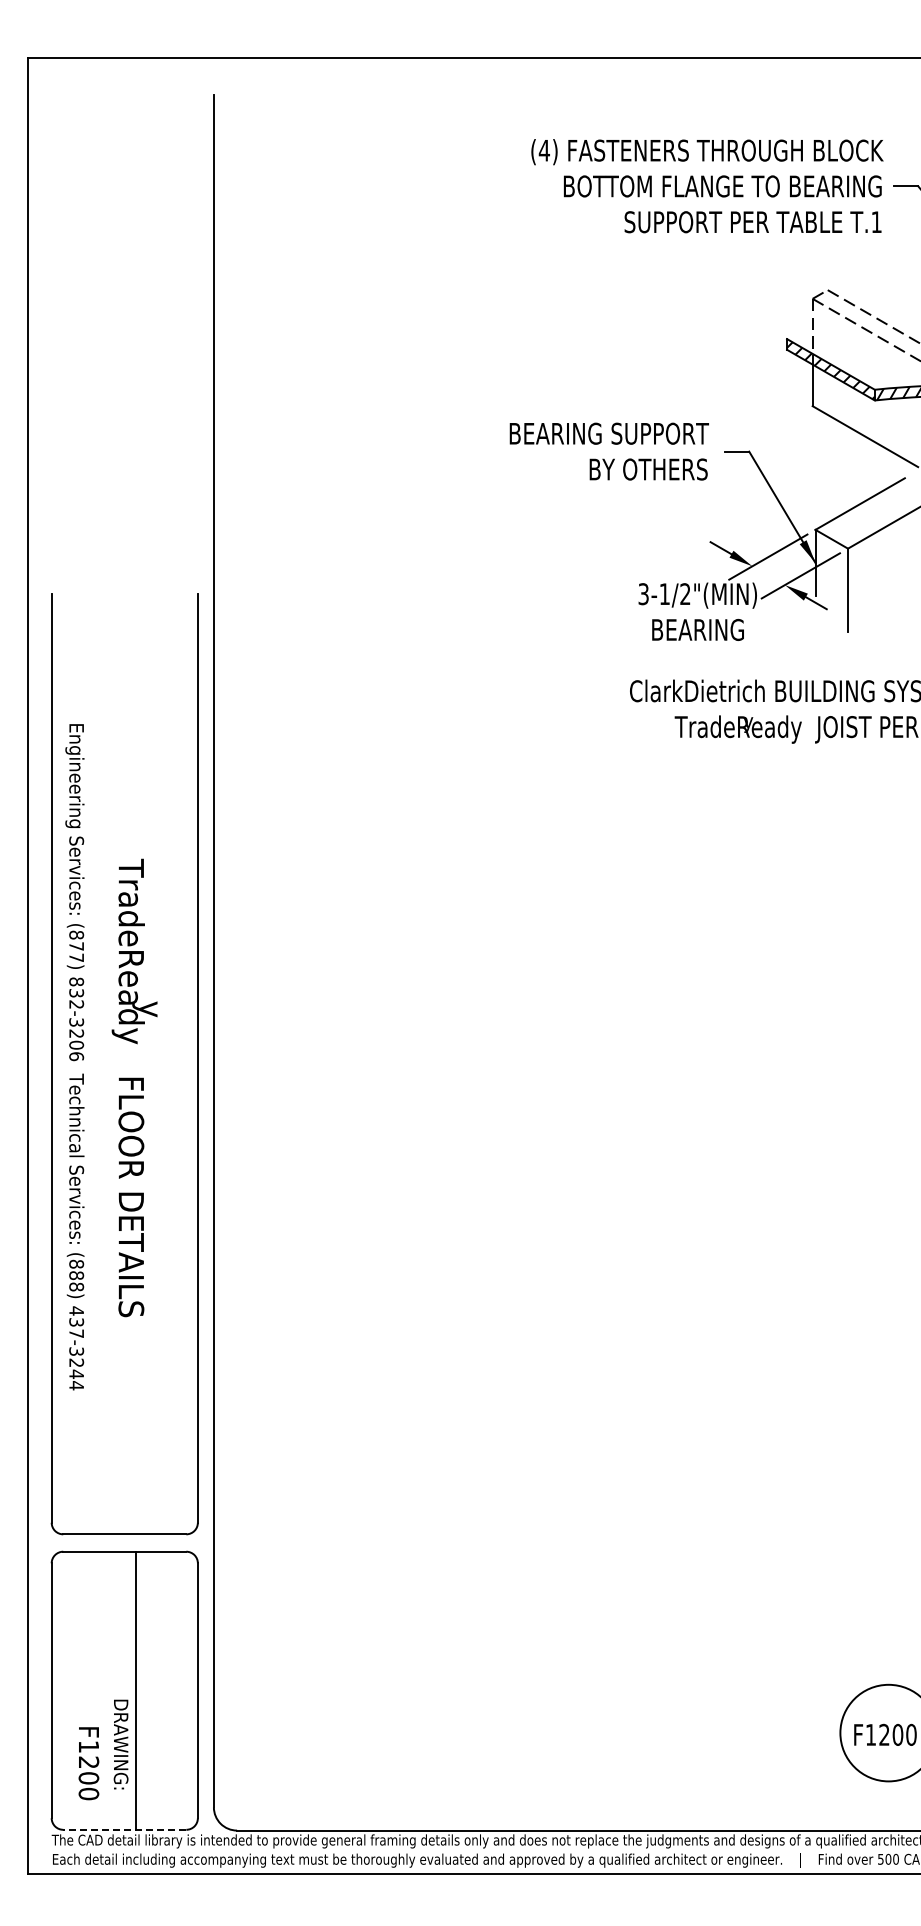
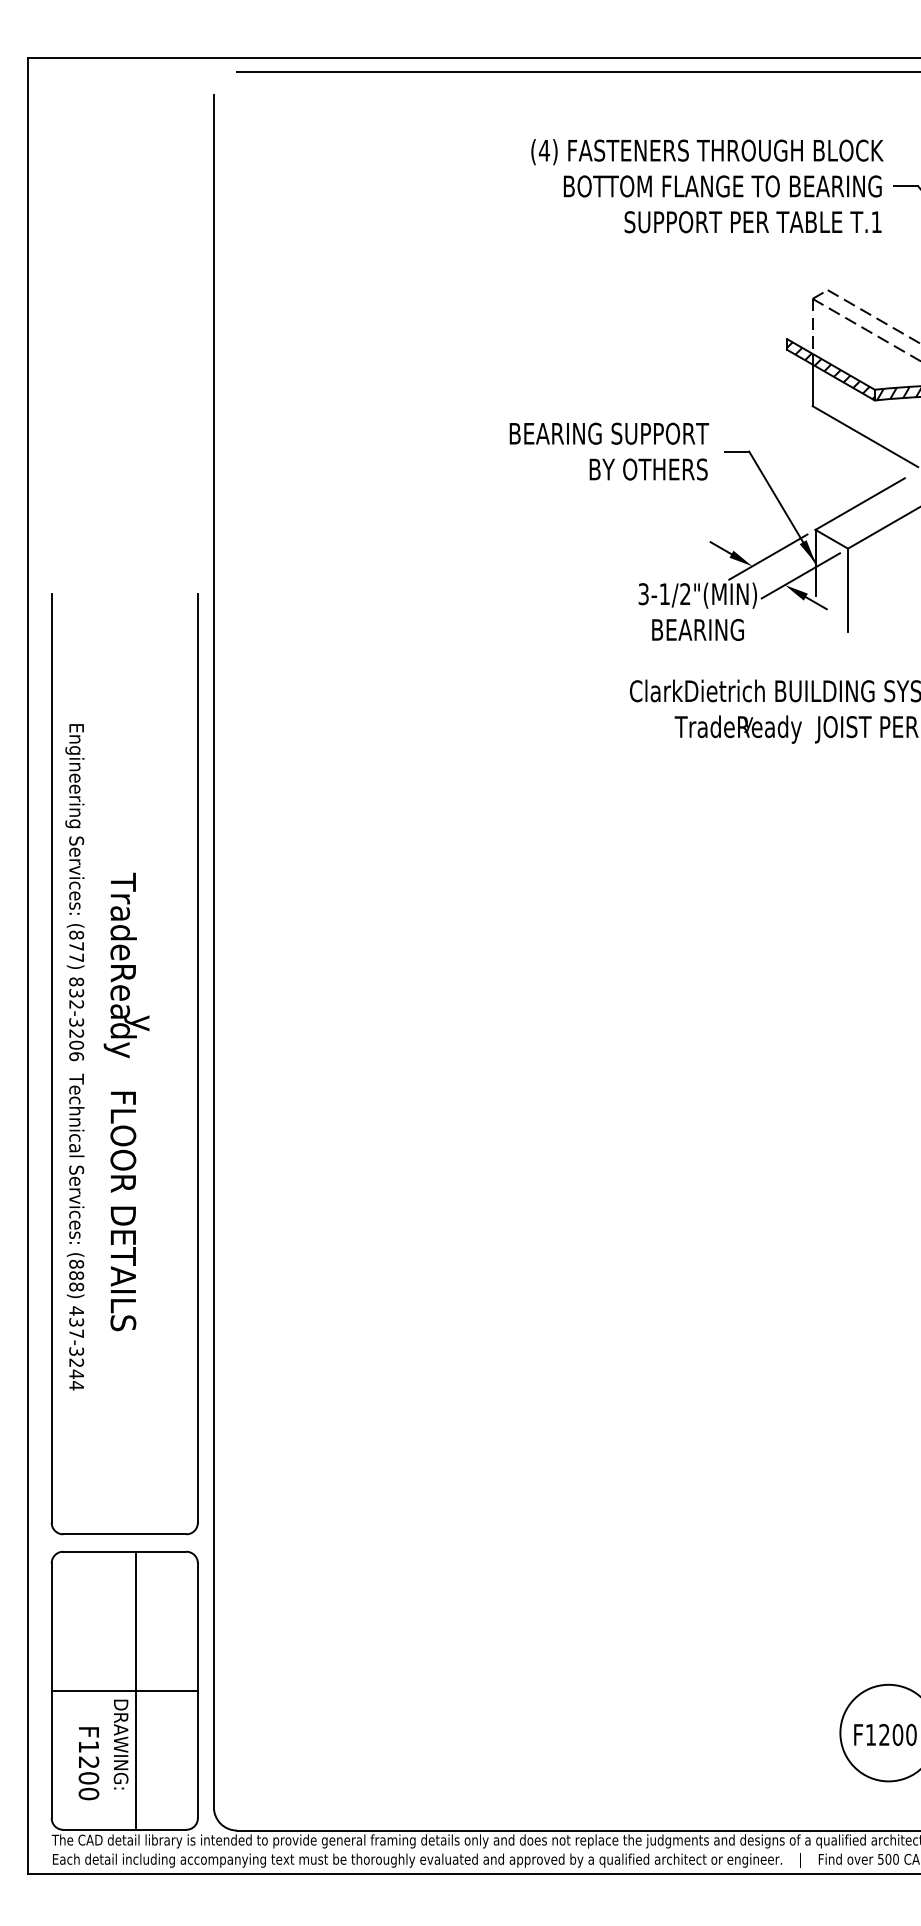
line at (577, 71): none -> present
text at (134, 1087) position: (134, 1087) -> (126, 1101)
line at (124, 1690): none -> present
line at (124, 1829): dashed -> solid
